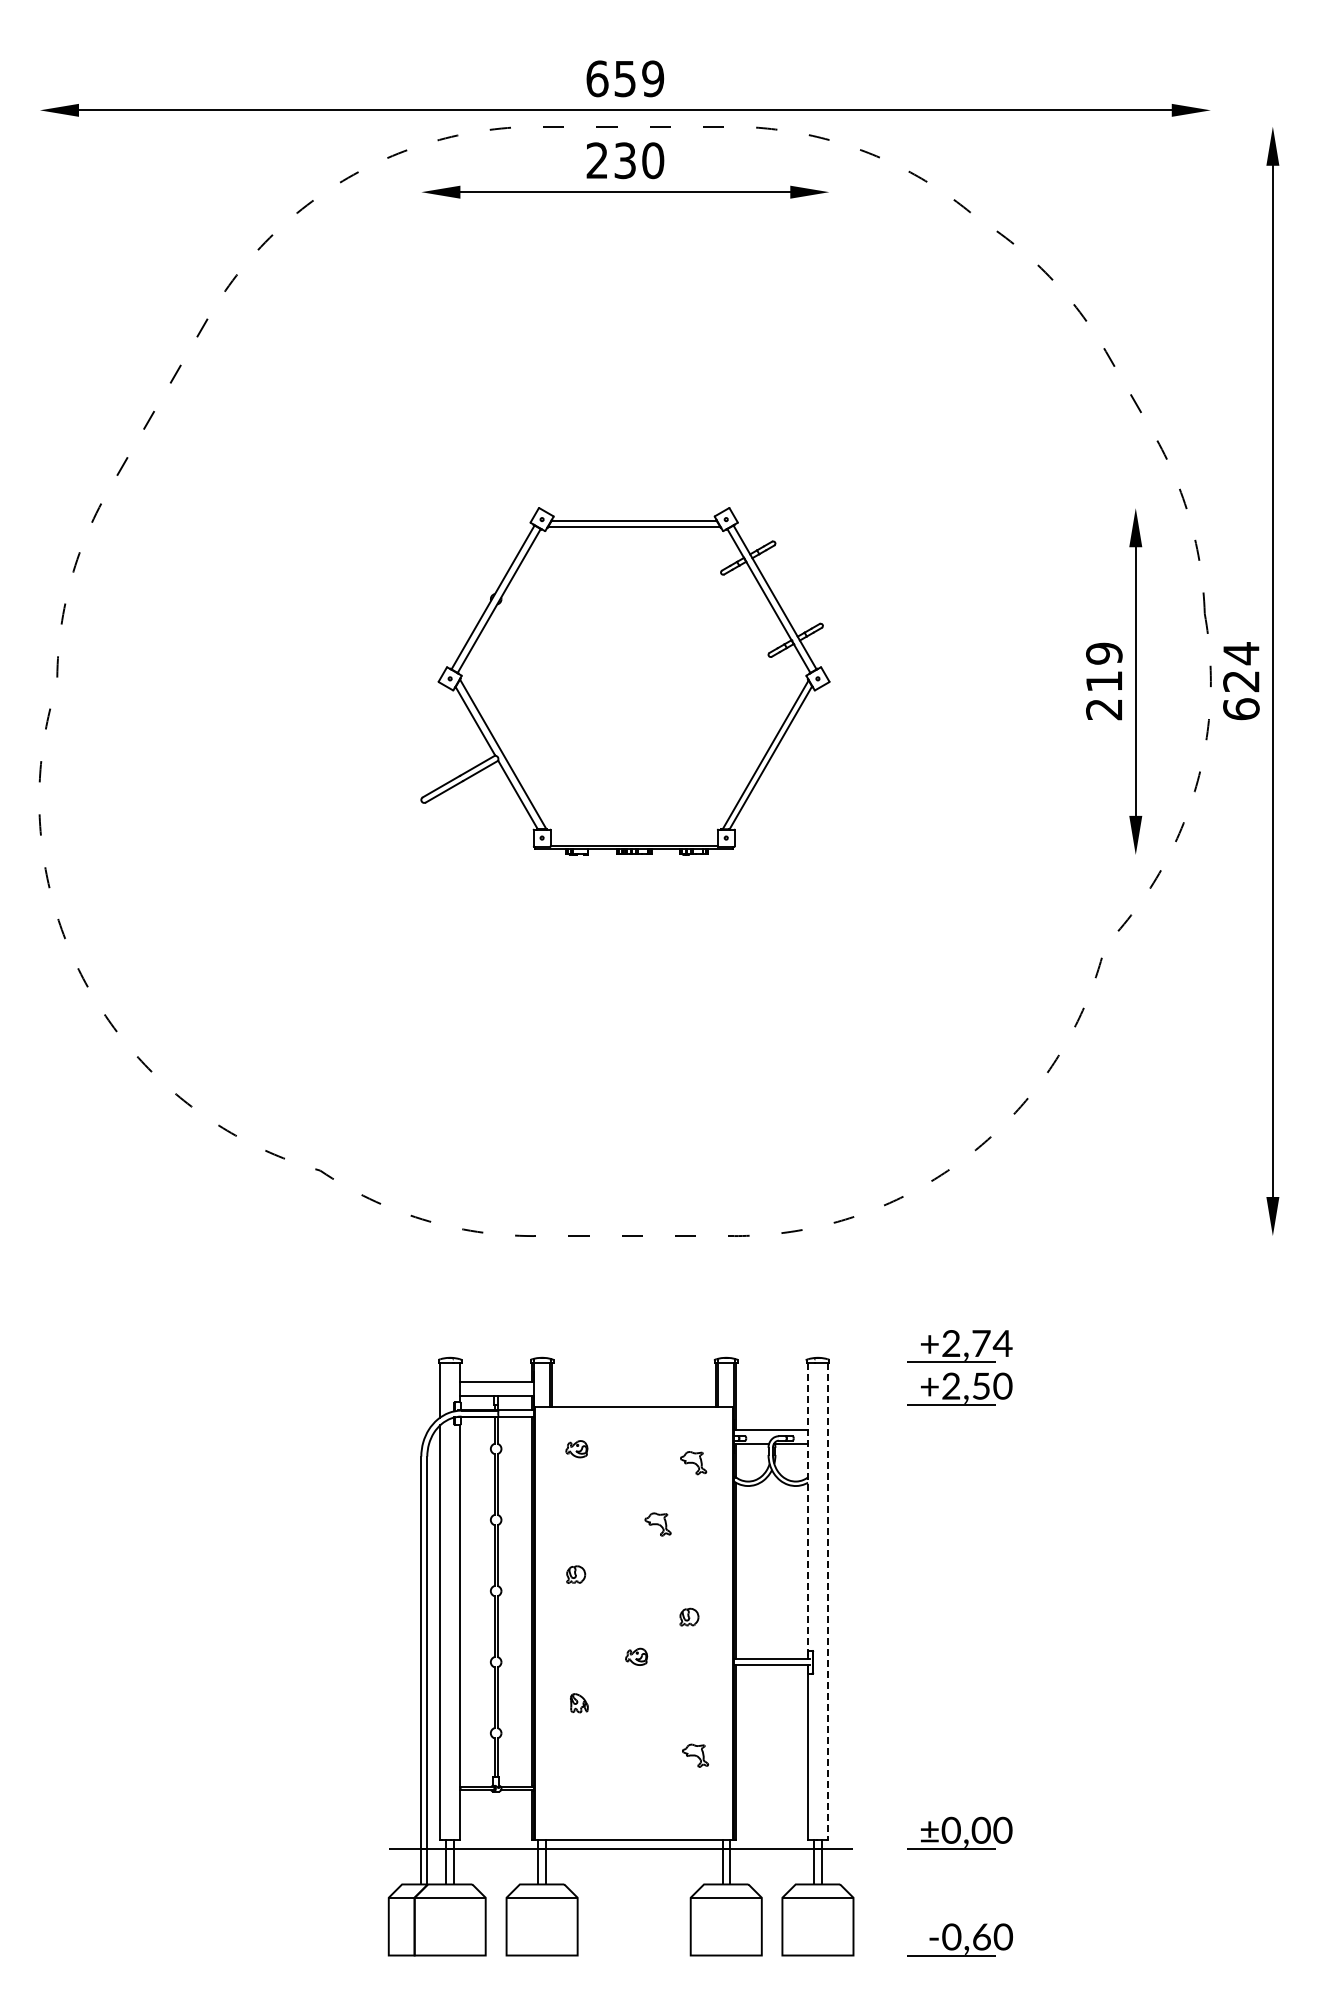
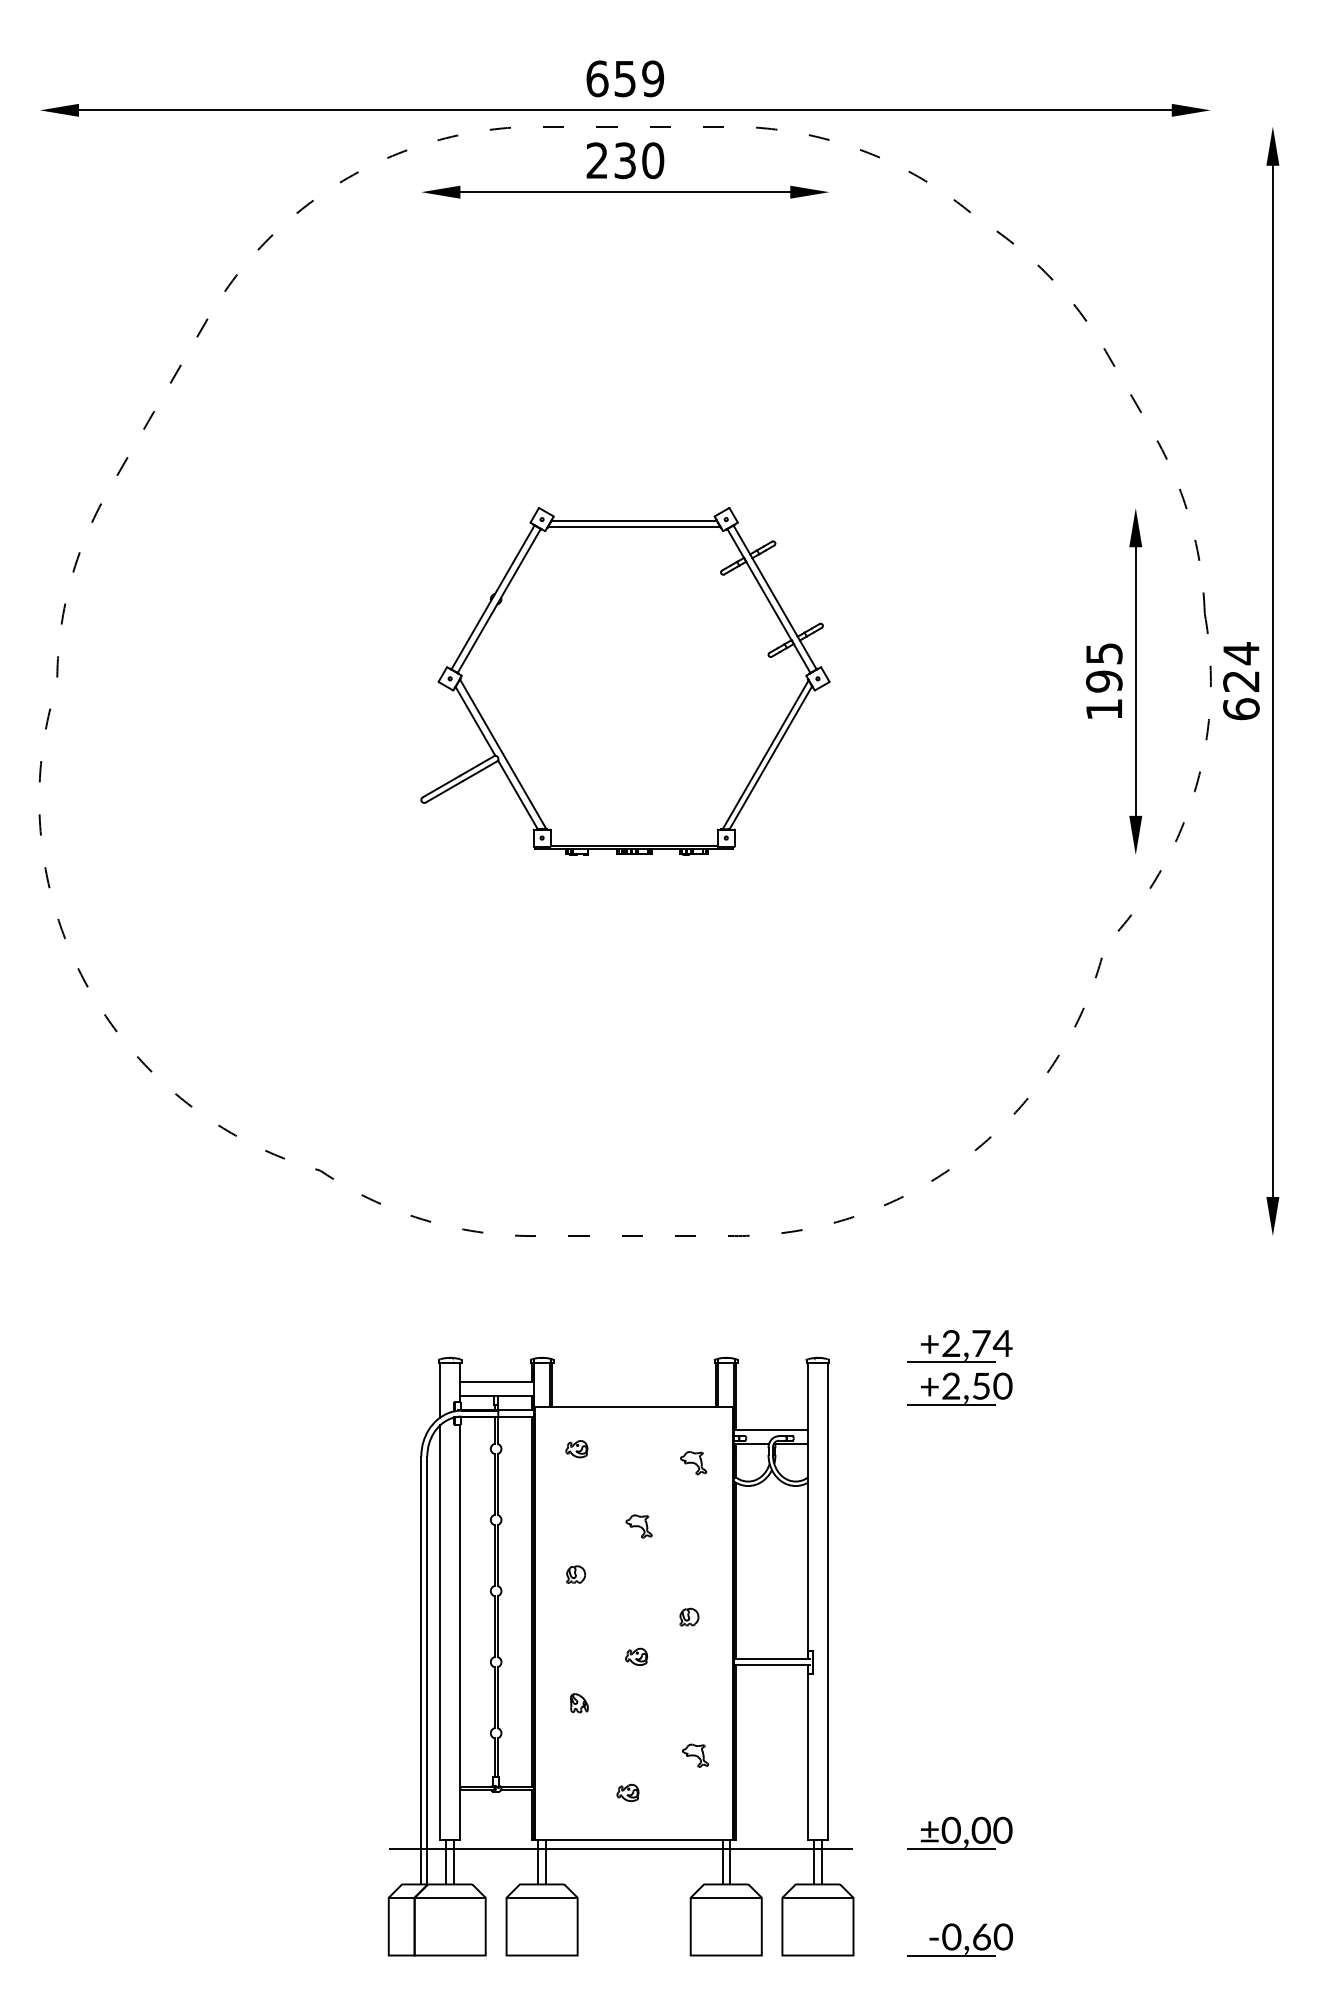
text at (1104, 681): 219 -> 195
line at (808, 1511): dashed -> solid
part at (657, 1524) position: (657, 1524) -> (638, 1526)
line at (827, 1601): dashed -> solid
part at (627, 1792): none -> present
